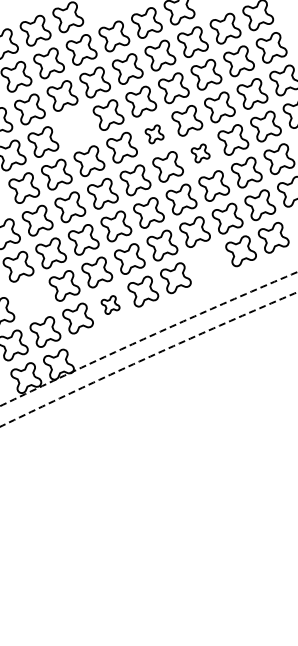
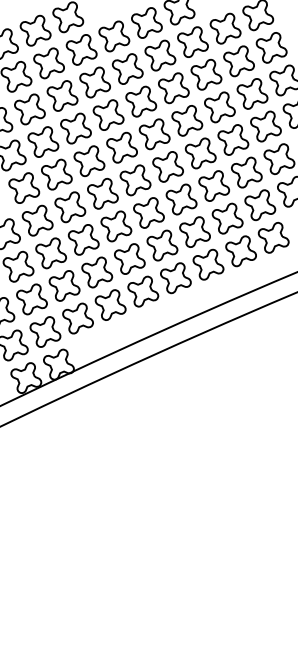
part at (75, 128): none -> present
part at (154, 134) size: 21x21 px -> 33x33 px
part at (200, 153) size: 21x21 px -> 33x33 px
part at (208, 264): none -> present
part at (31, 299): none -> present
part at (110, 304) size: 21x20 px -> 33x32 px
line at (148, 336): dashed -> solid
line at (149, 357): dashed -> solid
